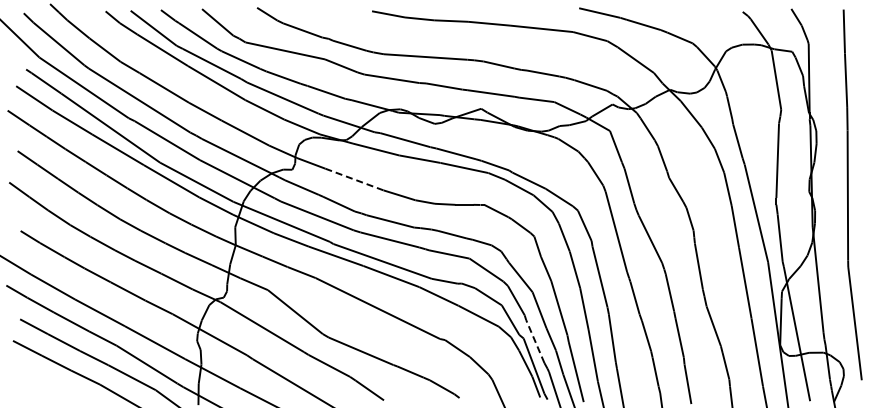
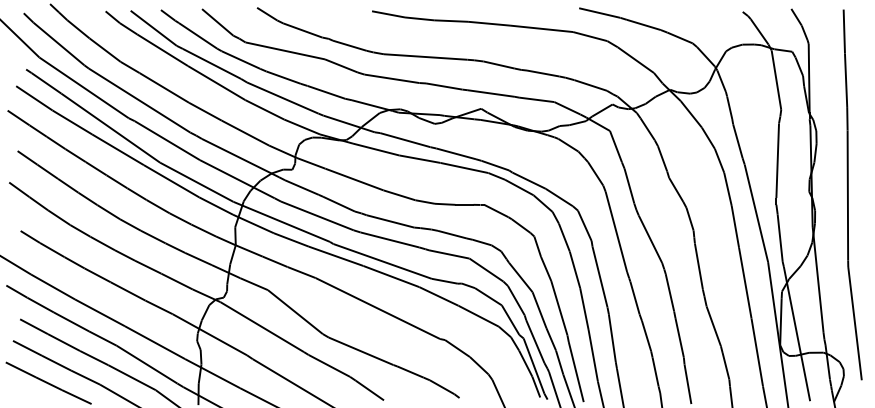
line at (354, 179): dashed -> solid
line at (535, 341): dashed -> solid
line at (48, 382): none -> present
